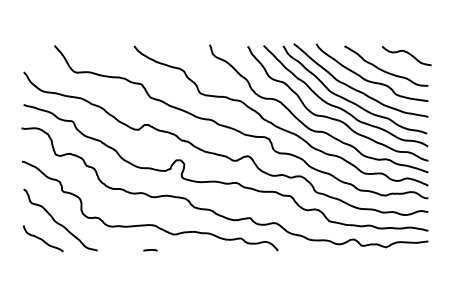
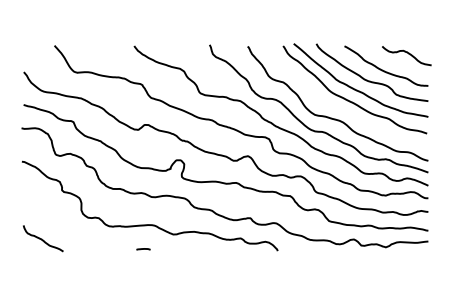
curve at (340, 107): present -> none
curve at (57, 221): present -> none
line at (150, 250) position: (150, 250) -> (143, 249)
